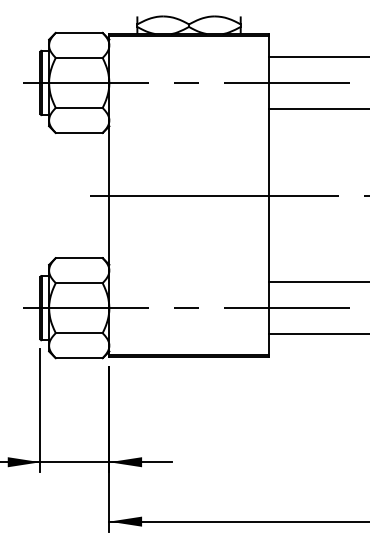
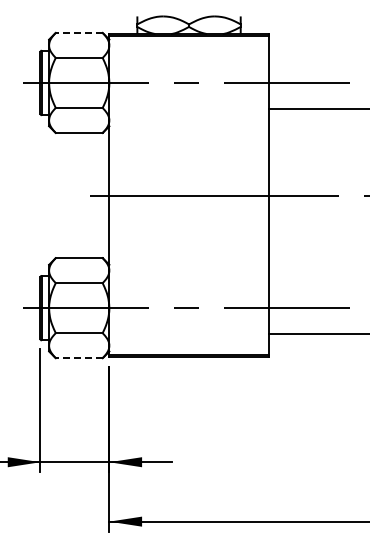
line at (78, 32): solid -> dashed
line at (317, 57): present -> none
line at (317, 282): present -> none
line at (78, 358): solid -> dashed
